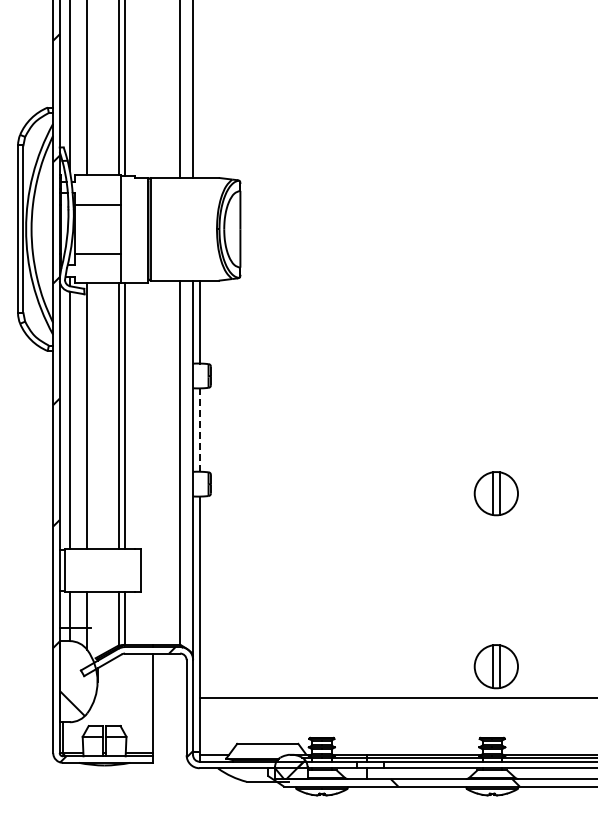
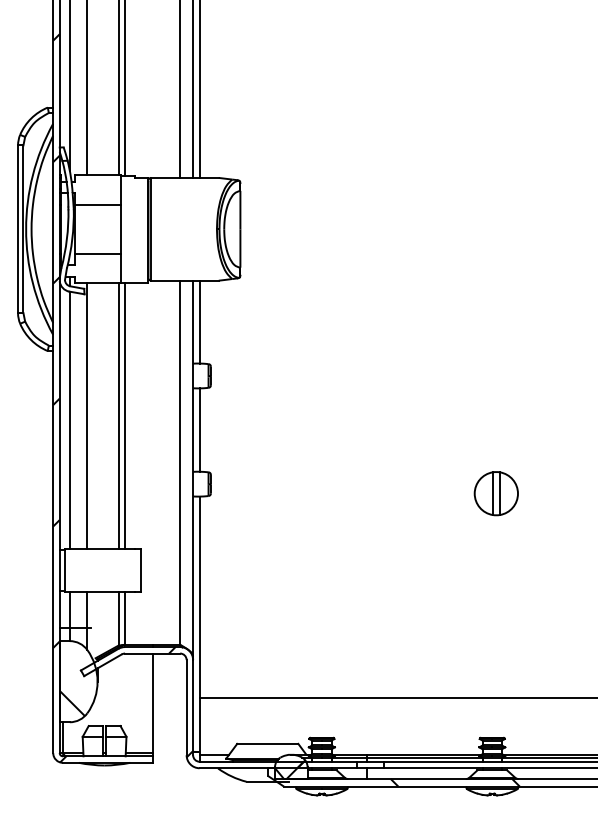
line at (199, 89): none -> present
line at (199, 430): dashed -> solid
part at (495, 666): present -> none
